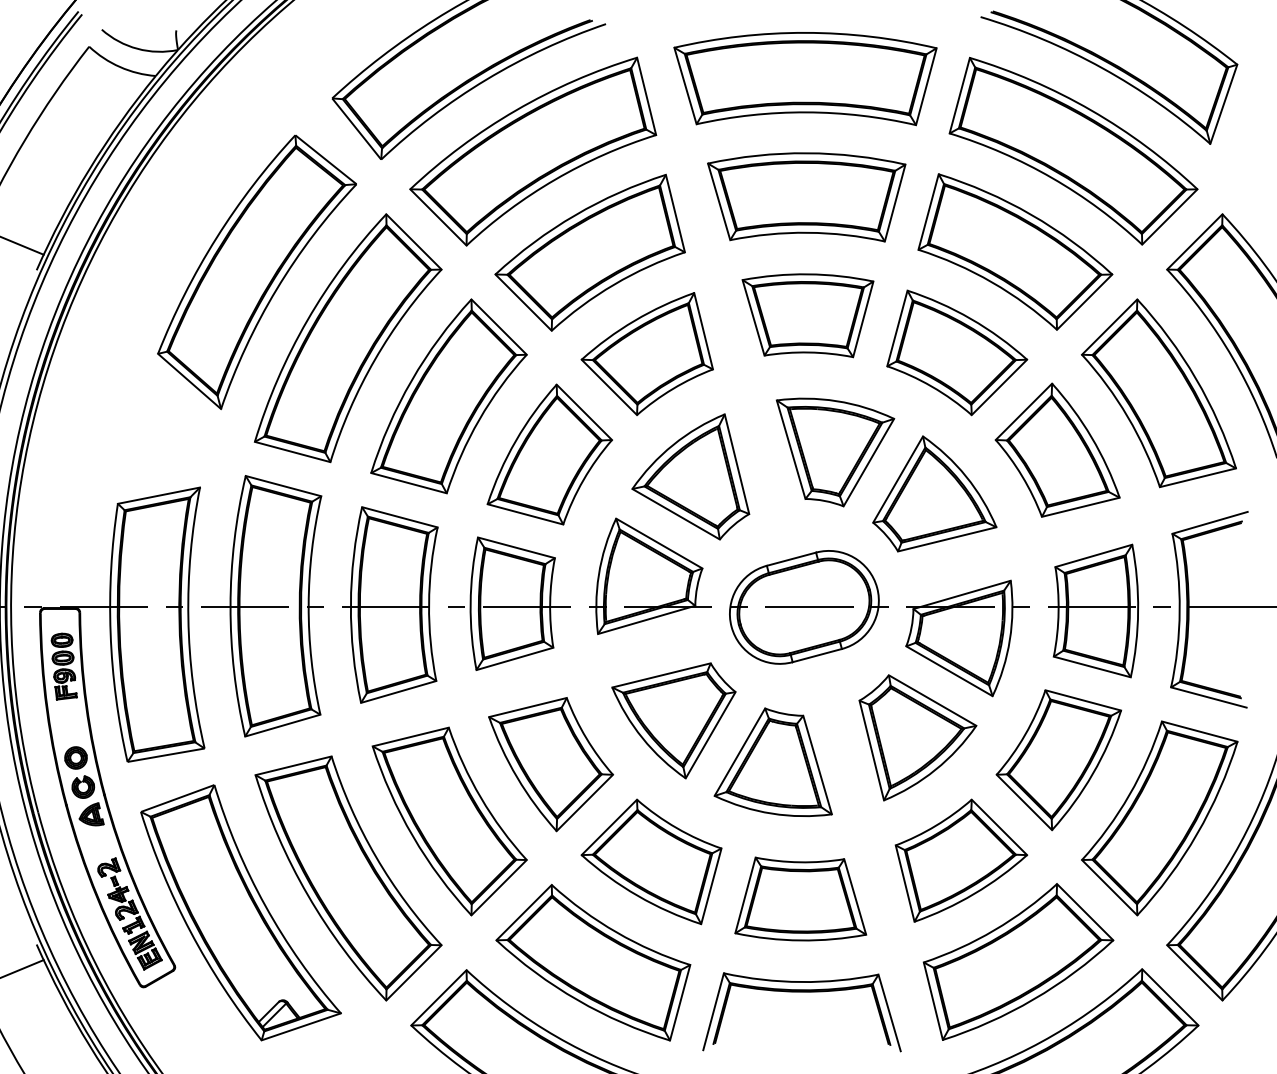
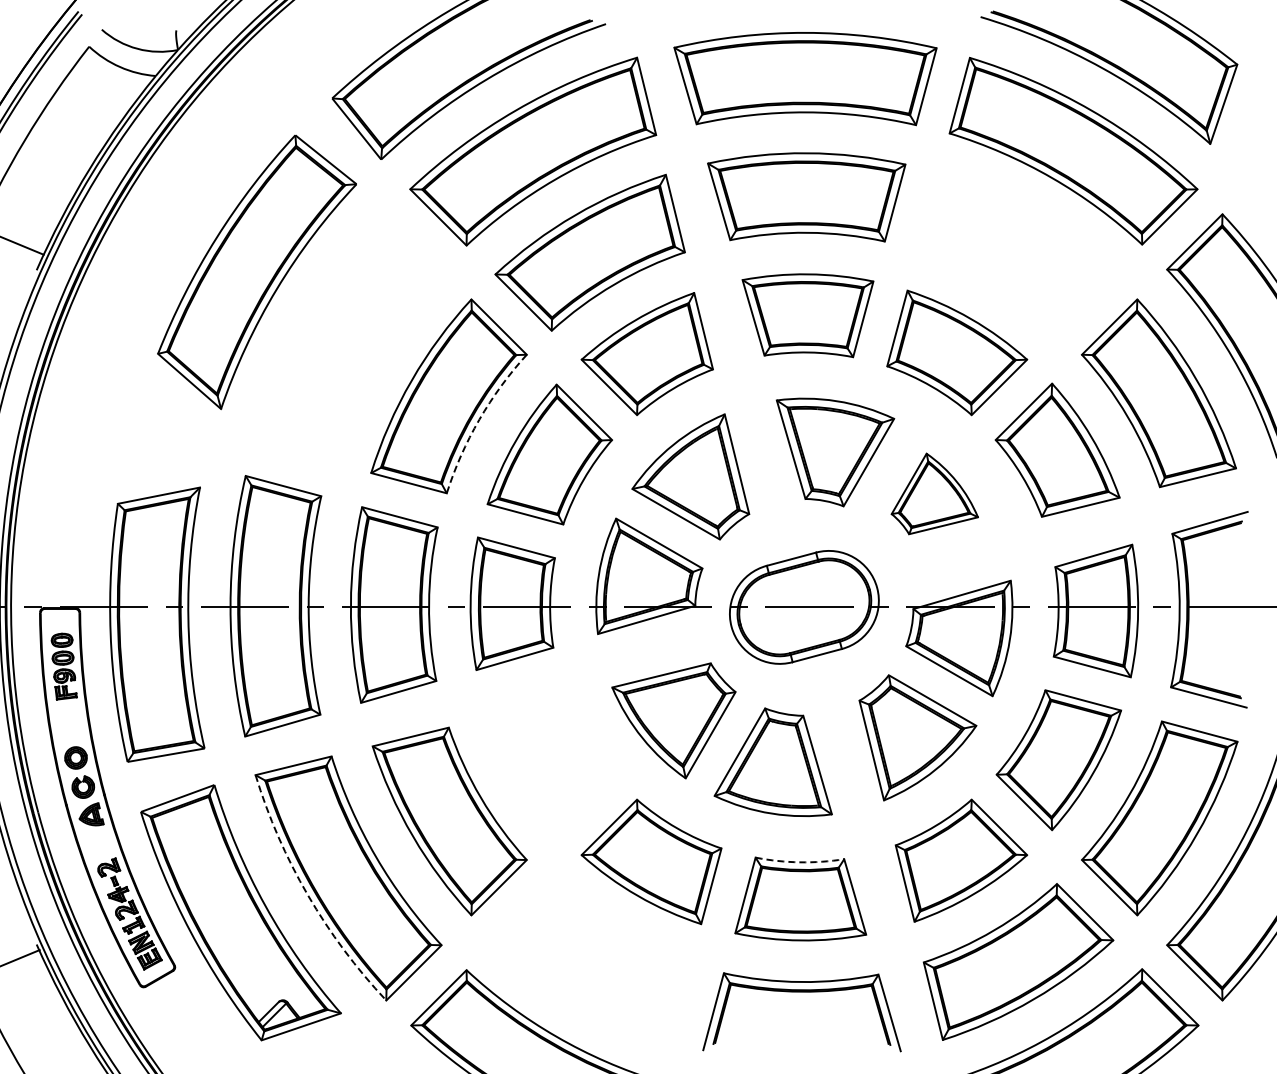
part at (1015, 251): present -> none
part at (348, 338): present -> none
arc at (479, 419): solid -> dashed
part at (934, 493) size: 126x118 px -> 89x84 px
part at (551, 764): present -> none
arc at (799, 862): solid -> dashed
arc at (307, 895): solid -> dashed
part at (593, 962): present -> none
line at (22, 968) position: (22, 968) -> (20, 957)
